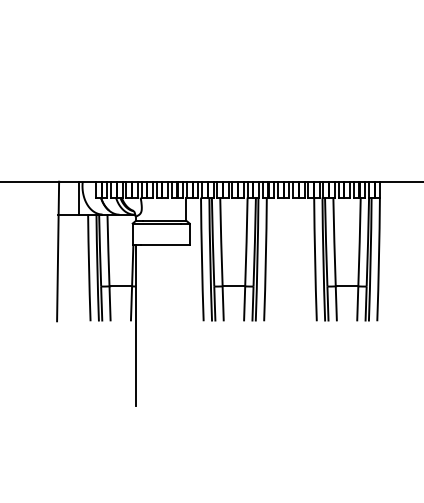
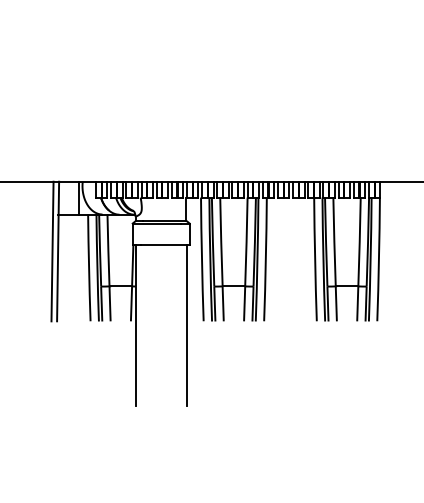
line at (52, 251): none -> present
line at (186, 324): none -> present
